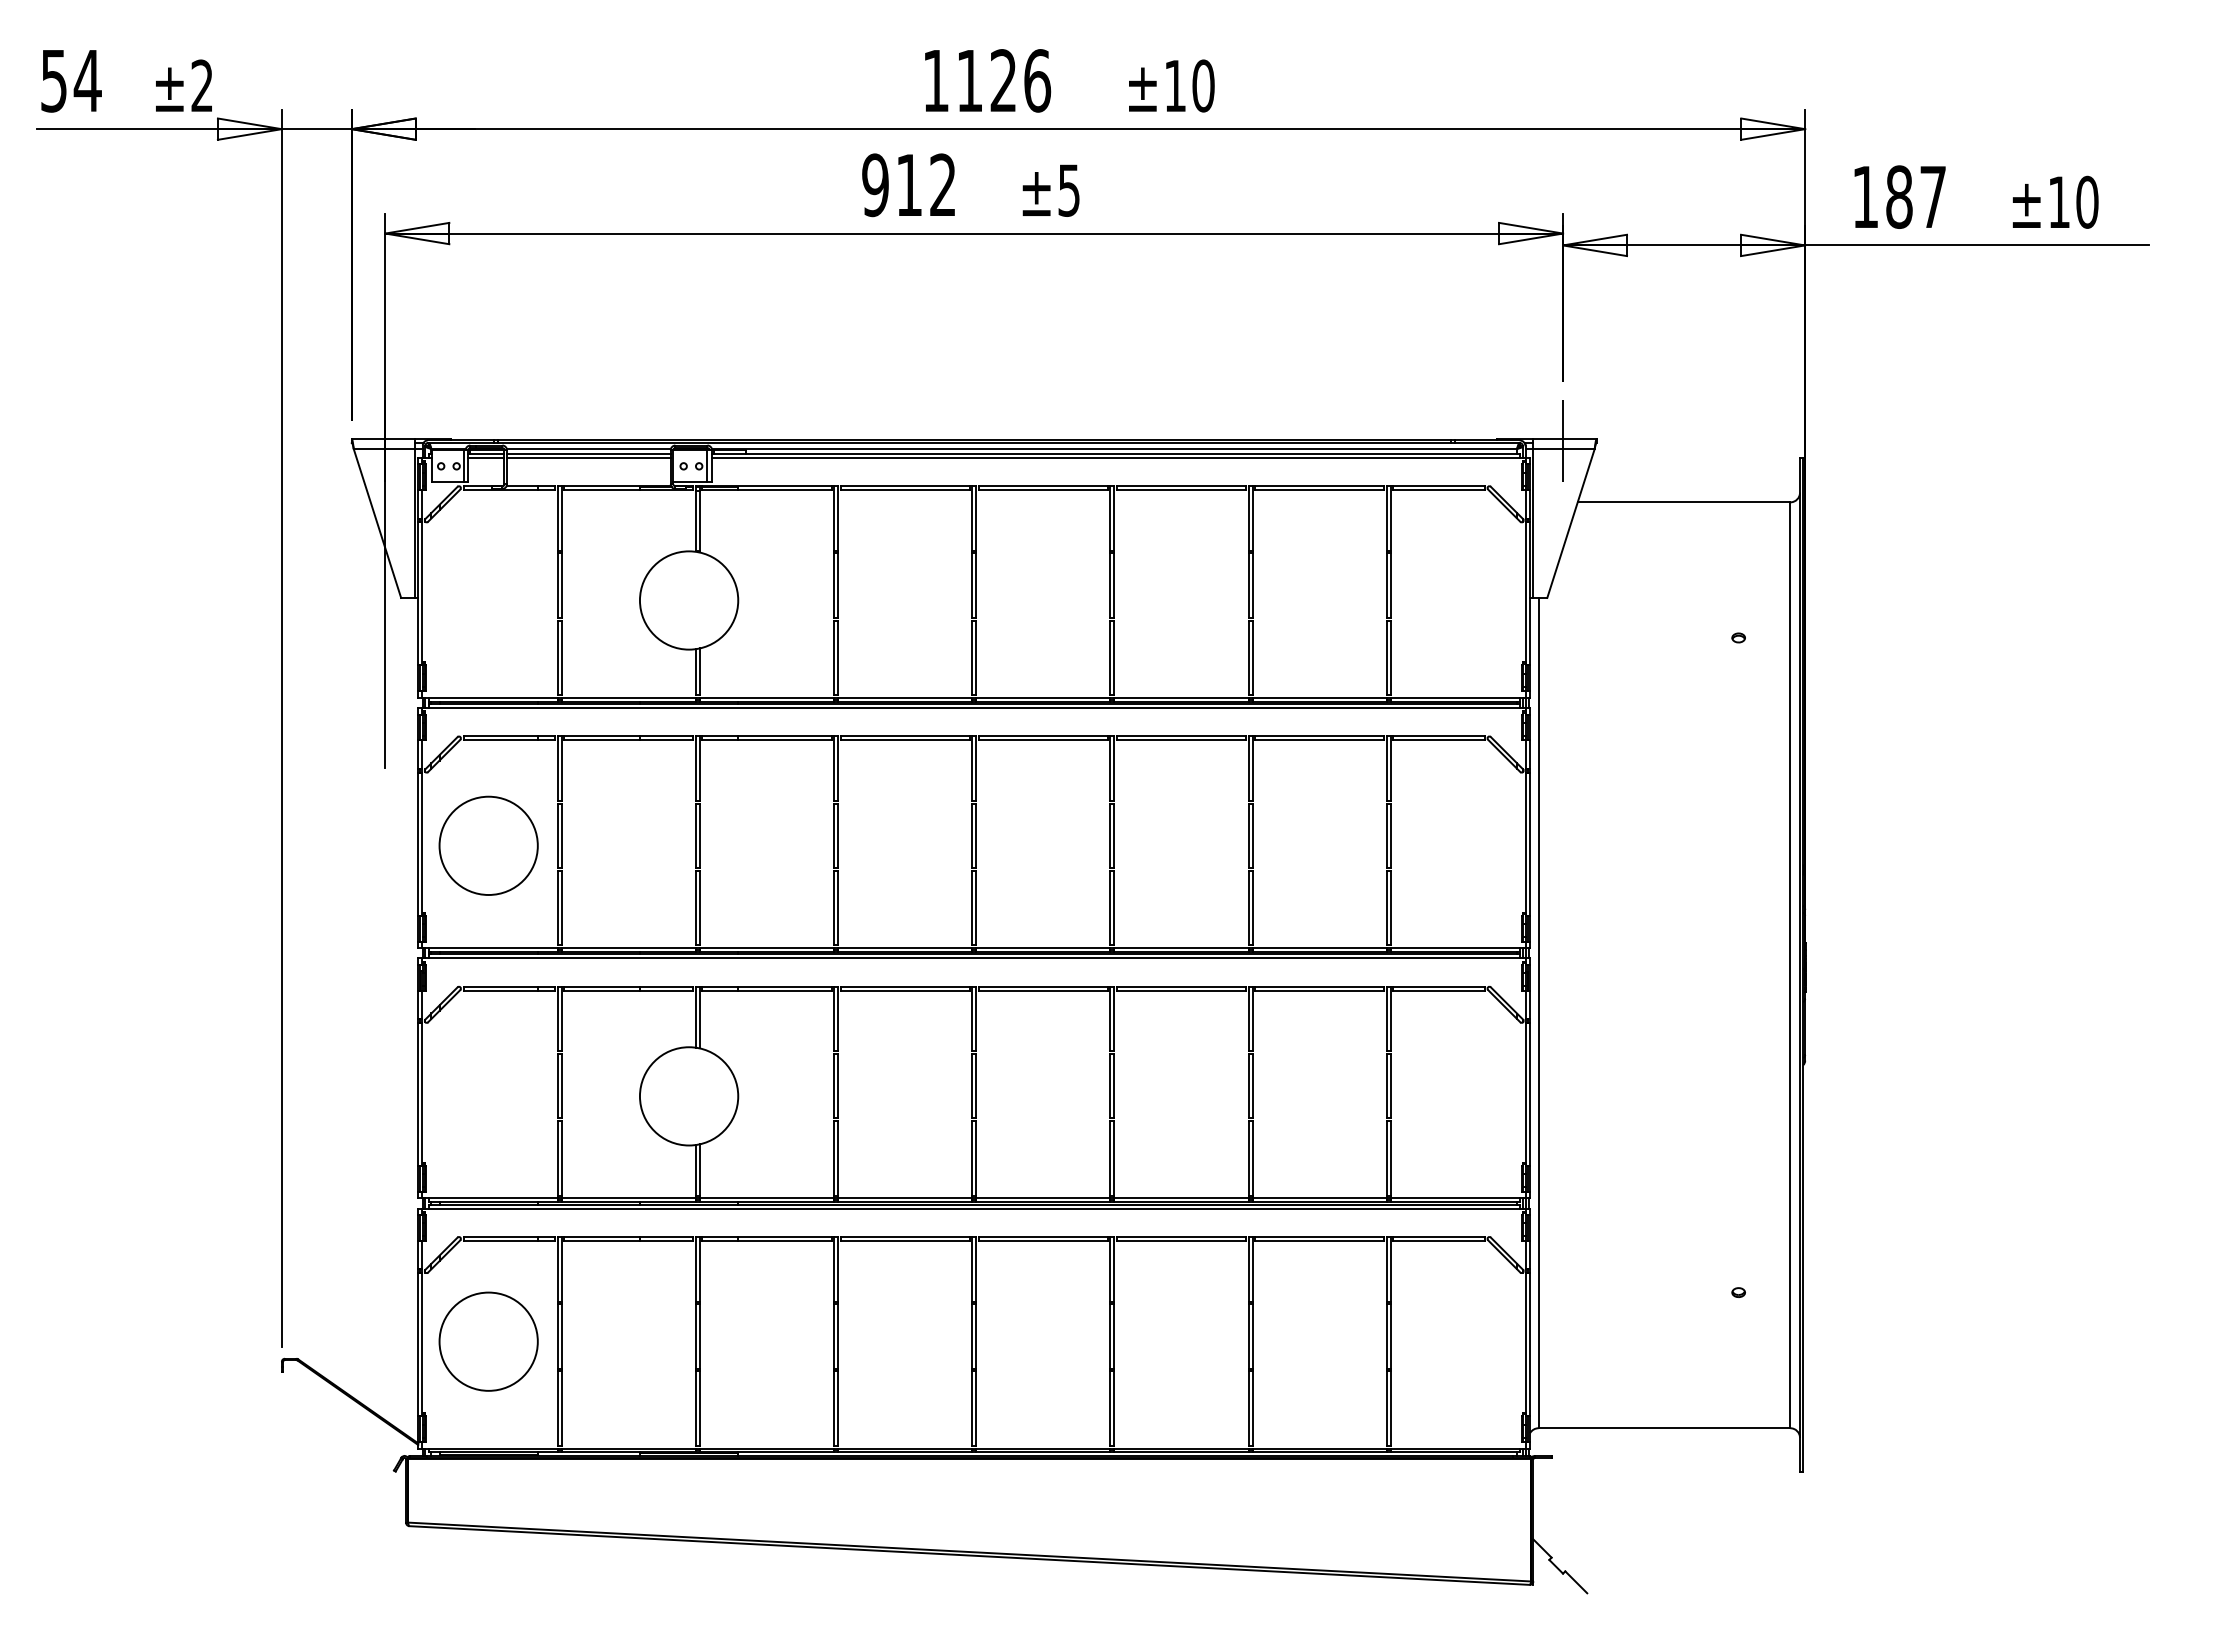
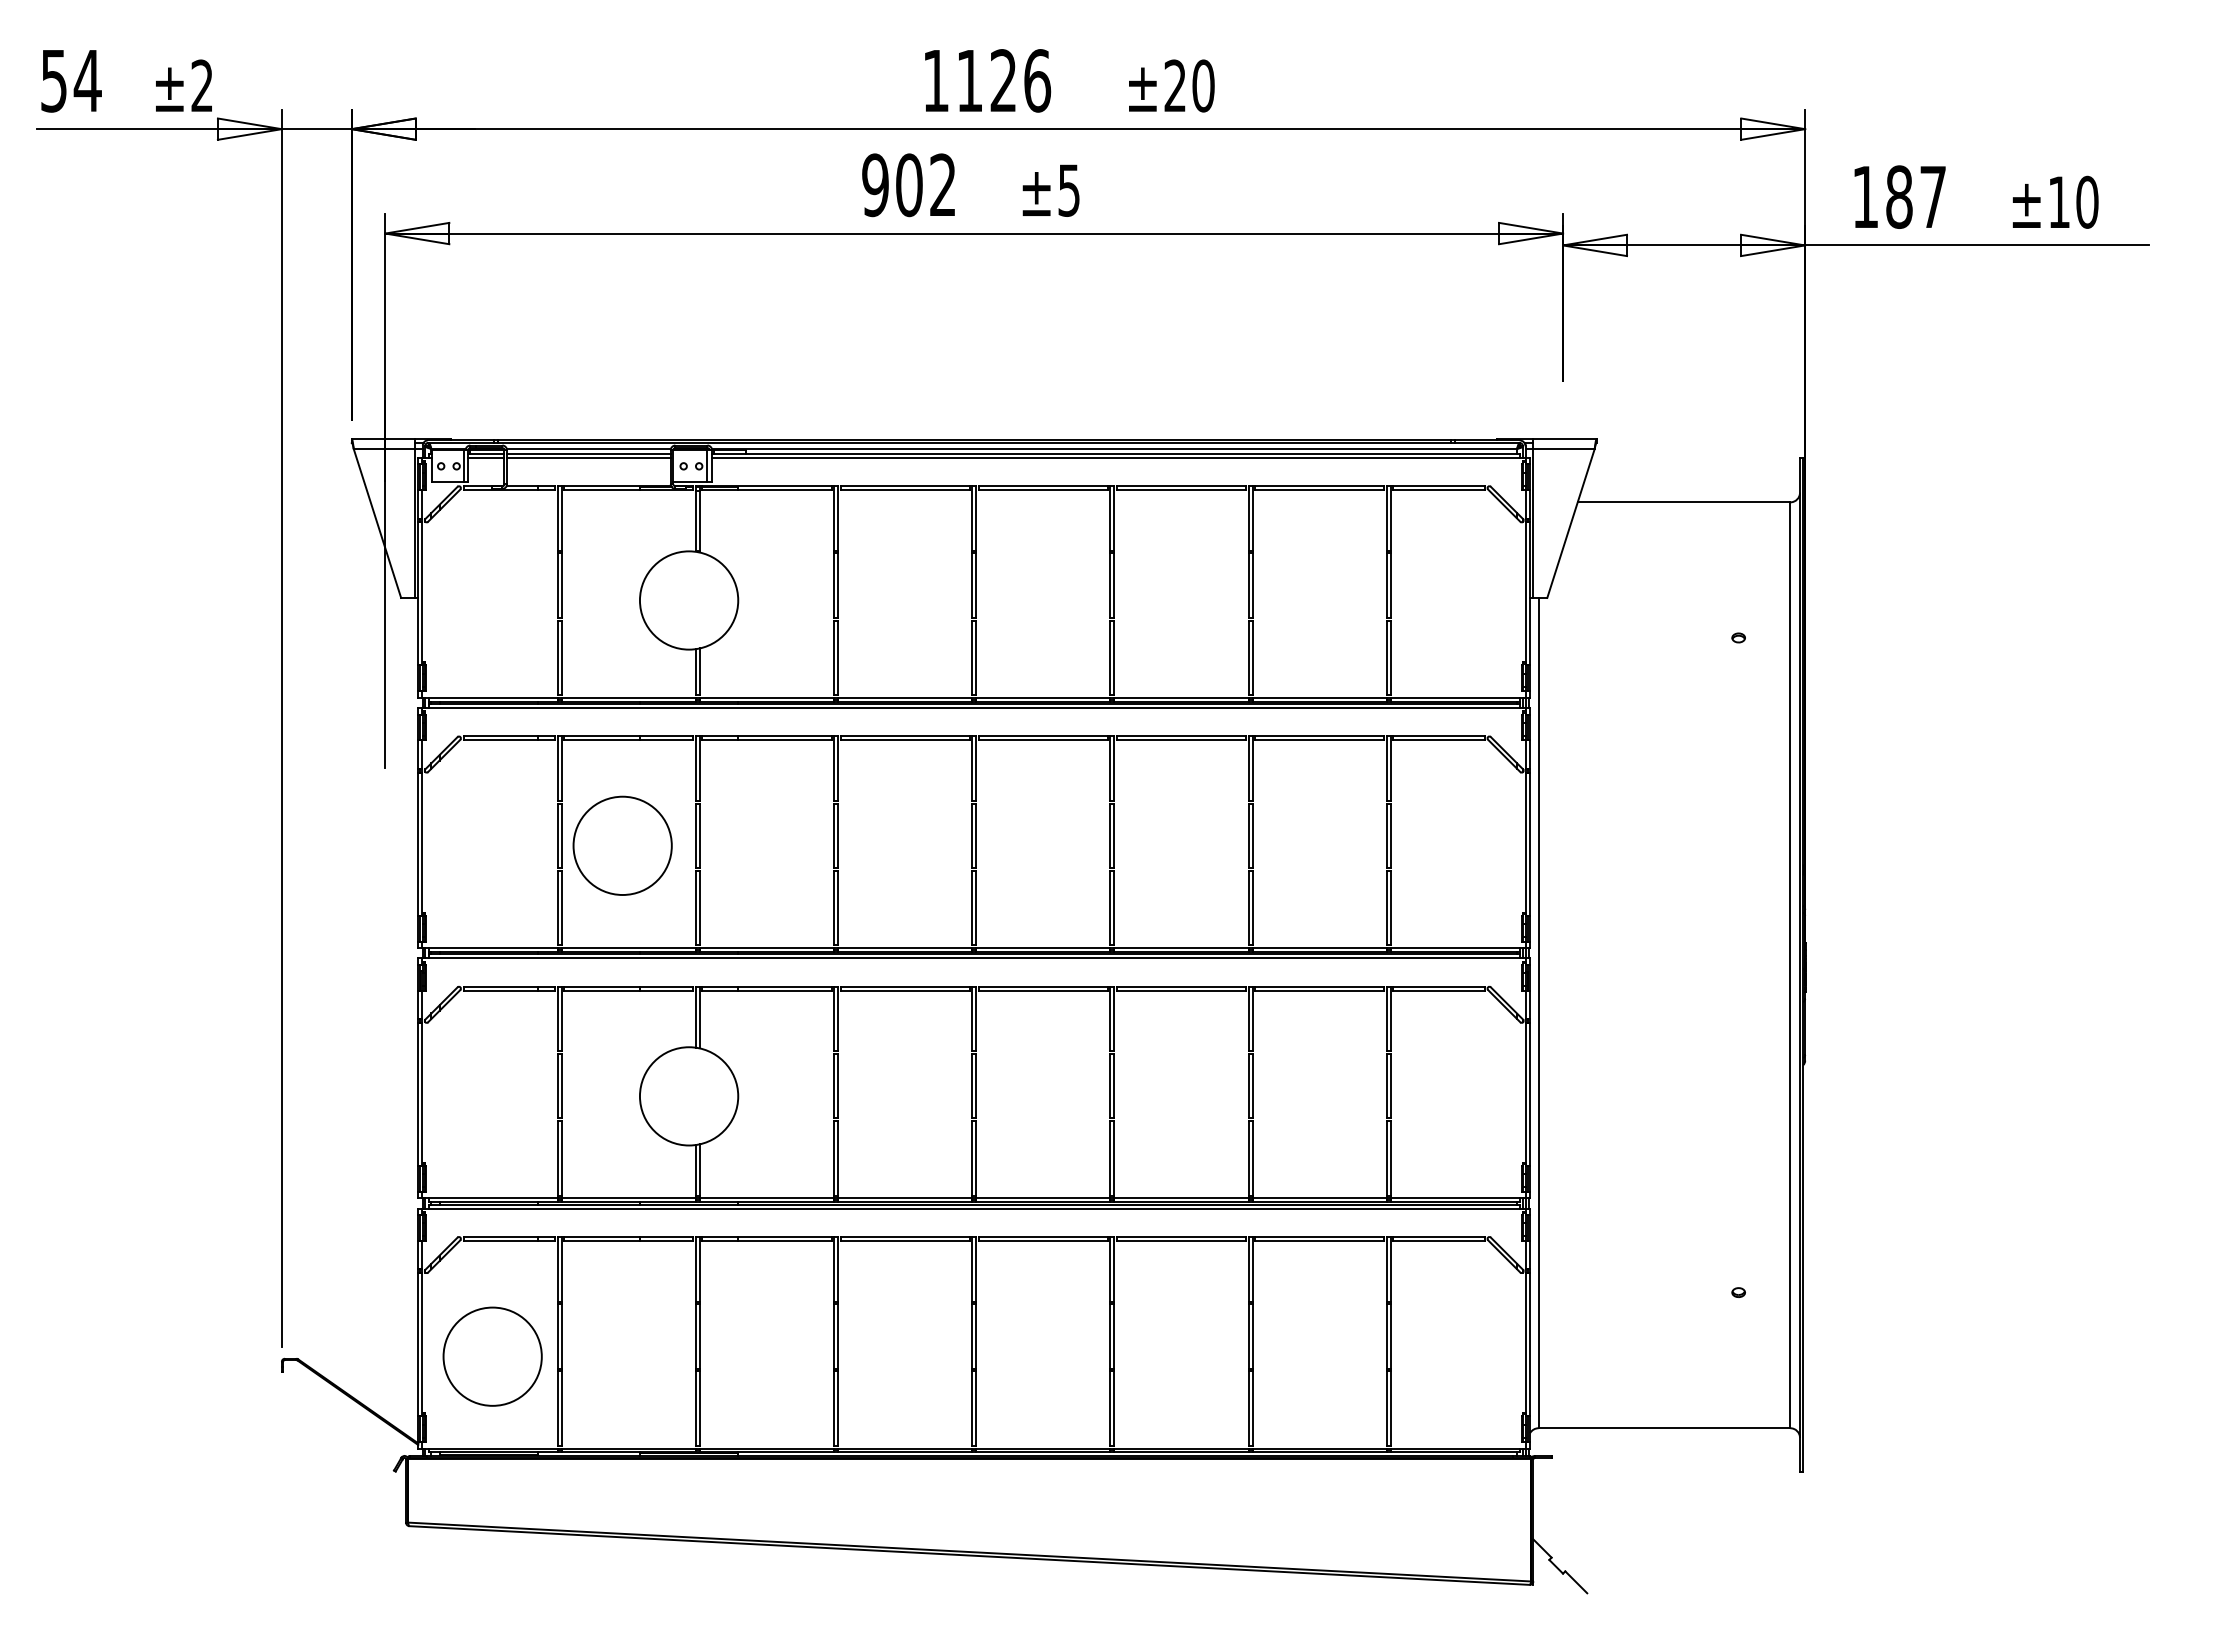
text at (1174, 85): ±10 -> ±20
text at (909, 185): 912 -> 902
line at (1563, 440): present -> none
circle at (488, 845) position: (488, 845) -> (622, 845)
circle at (488, 1341) position: (488, 1341) -> (492, 1356)
